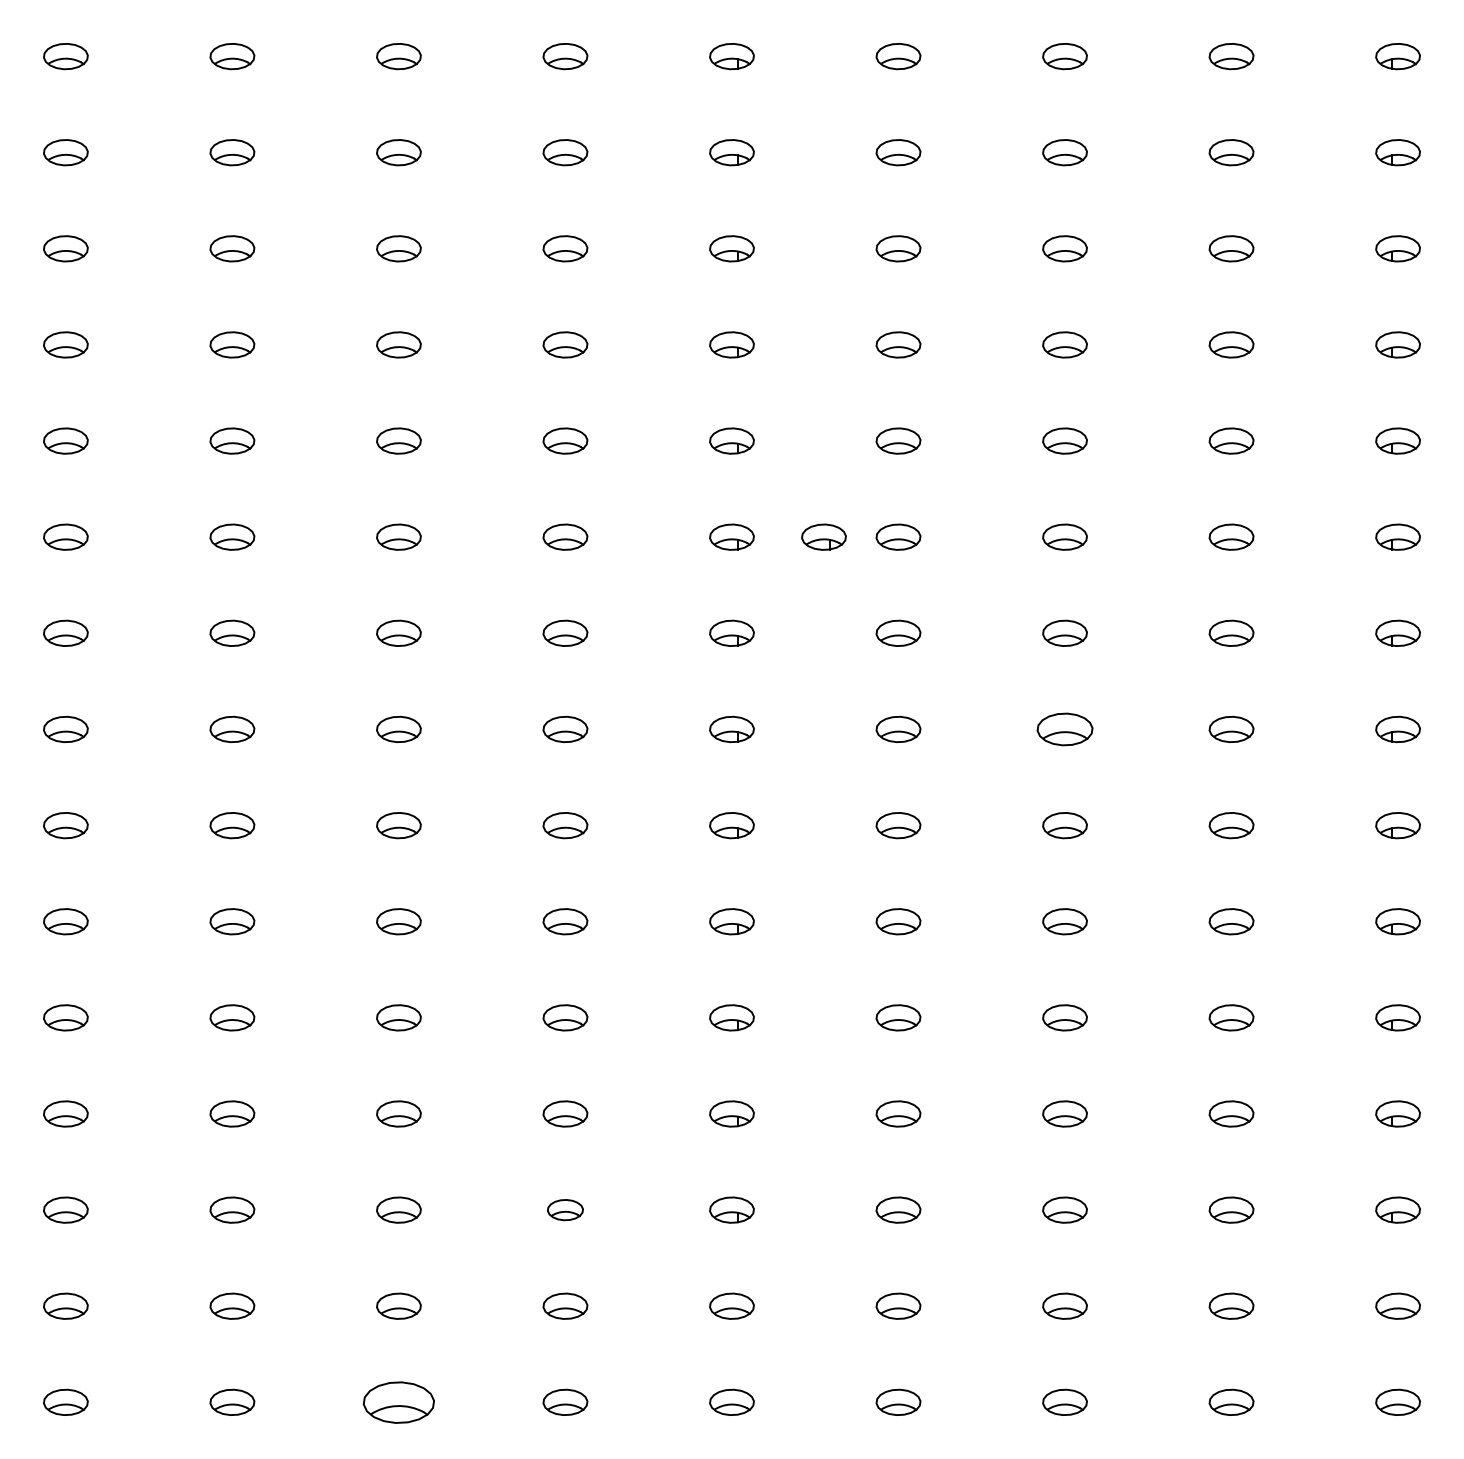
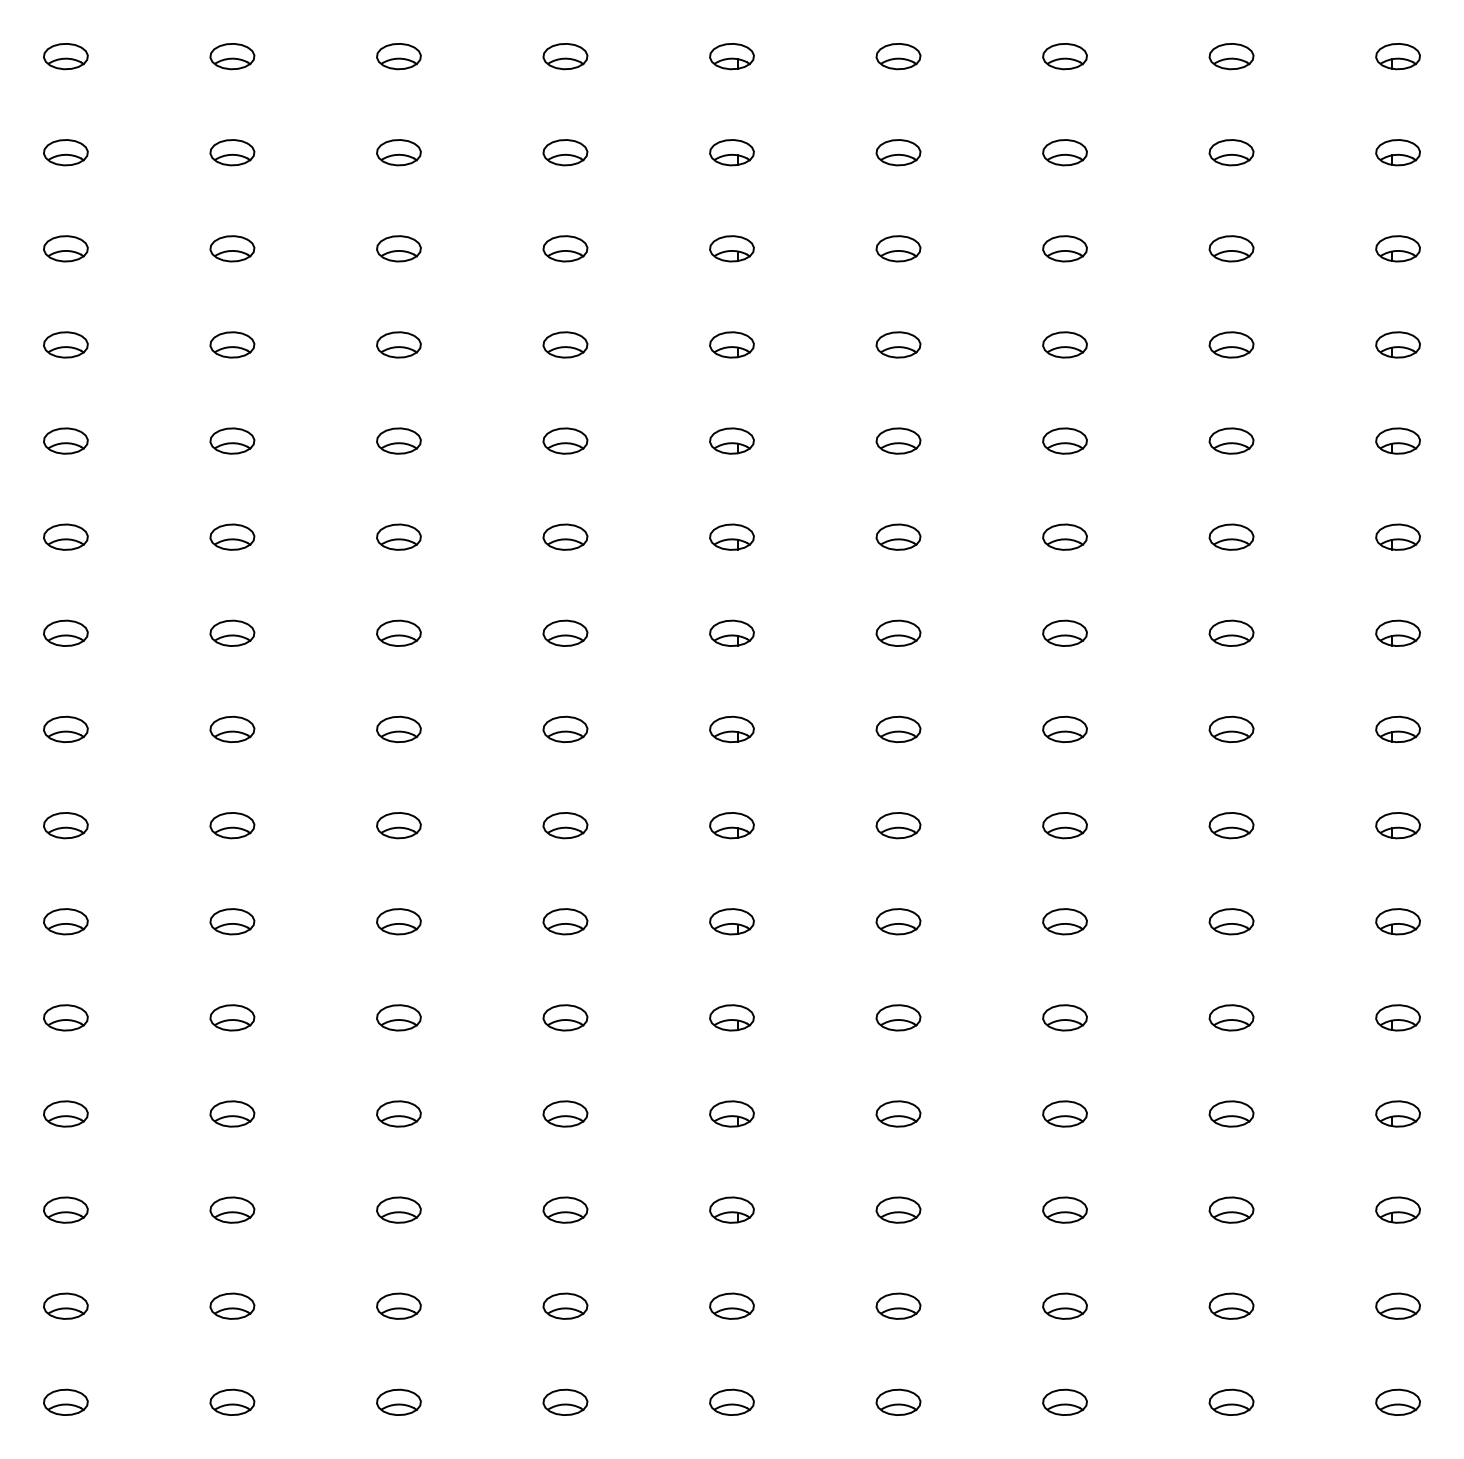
part at (823, 536): present -> none
part at (1064, 729) size: 58x35 px -> 46x29 px
part at (565, 1210) size: 37x23 px -> 47x28 px
part at (398, 1402) size: 73x43 px -> 46x28 px
